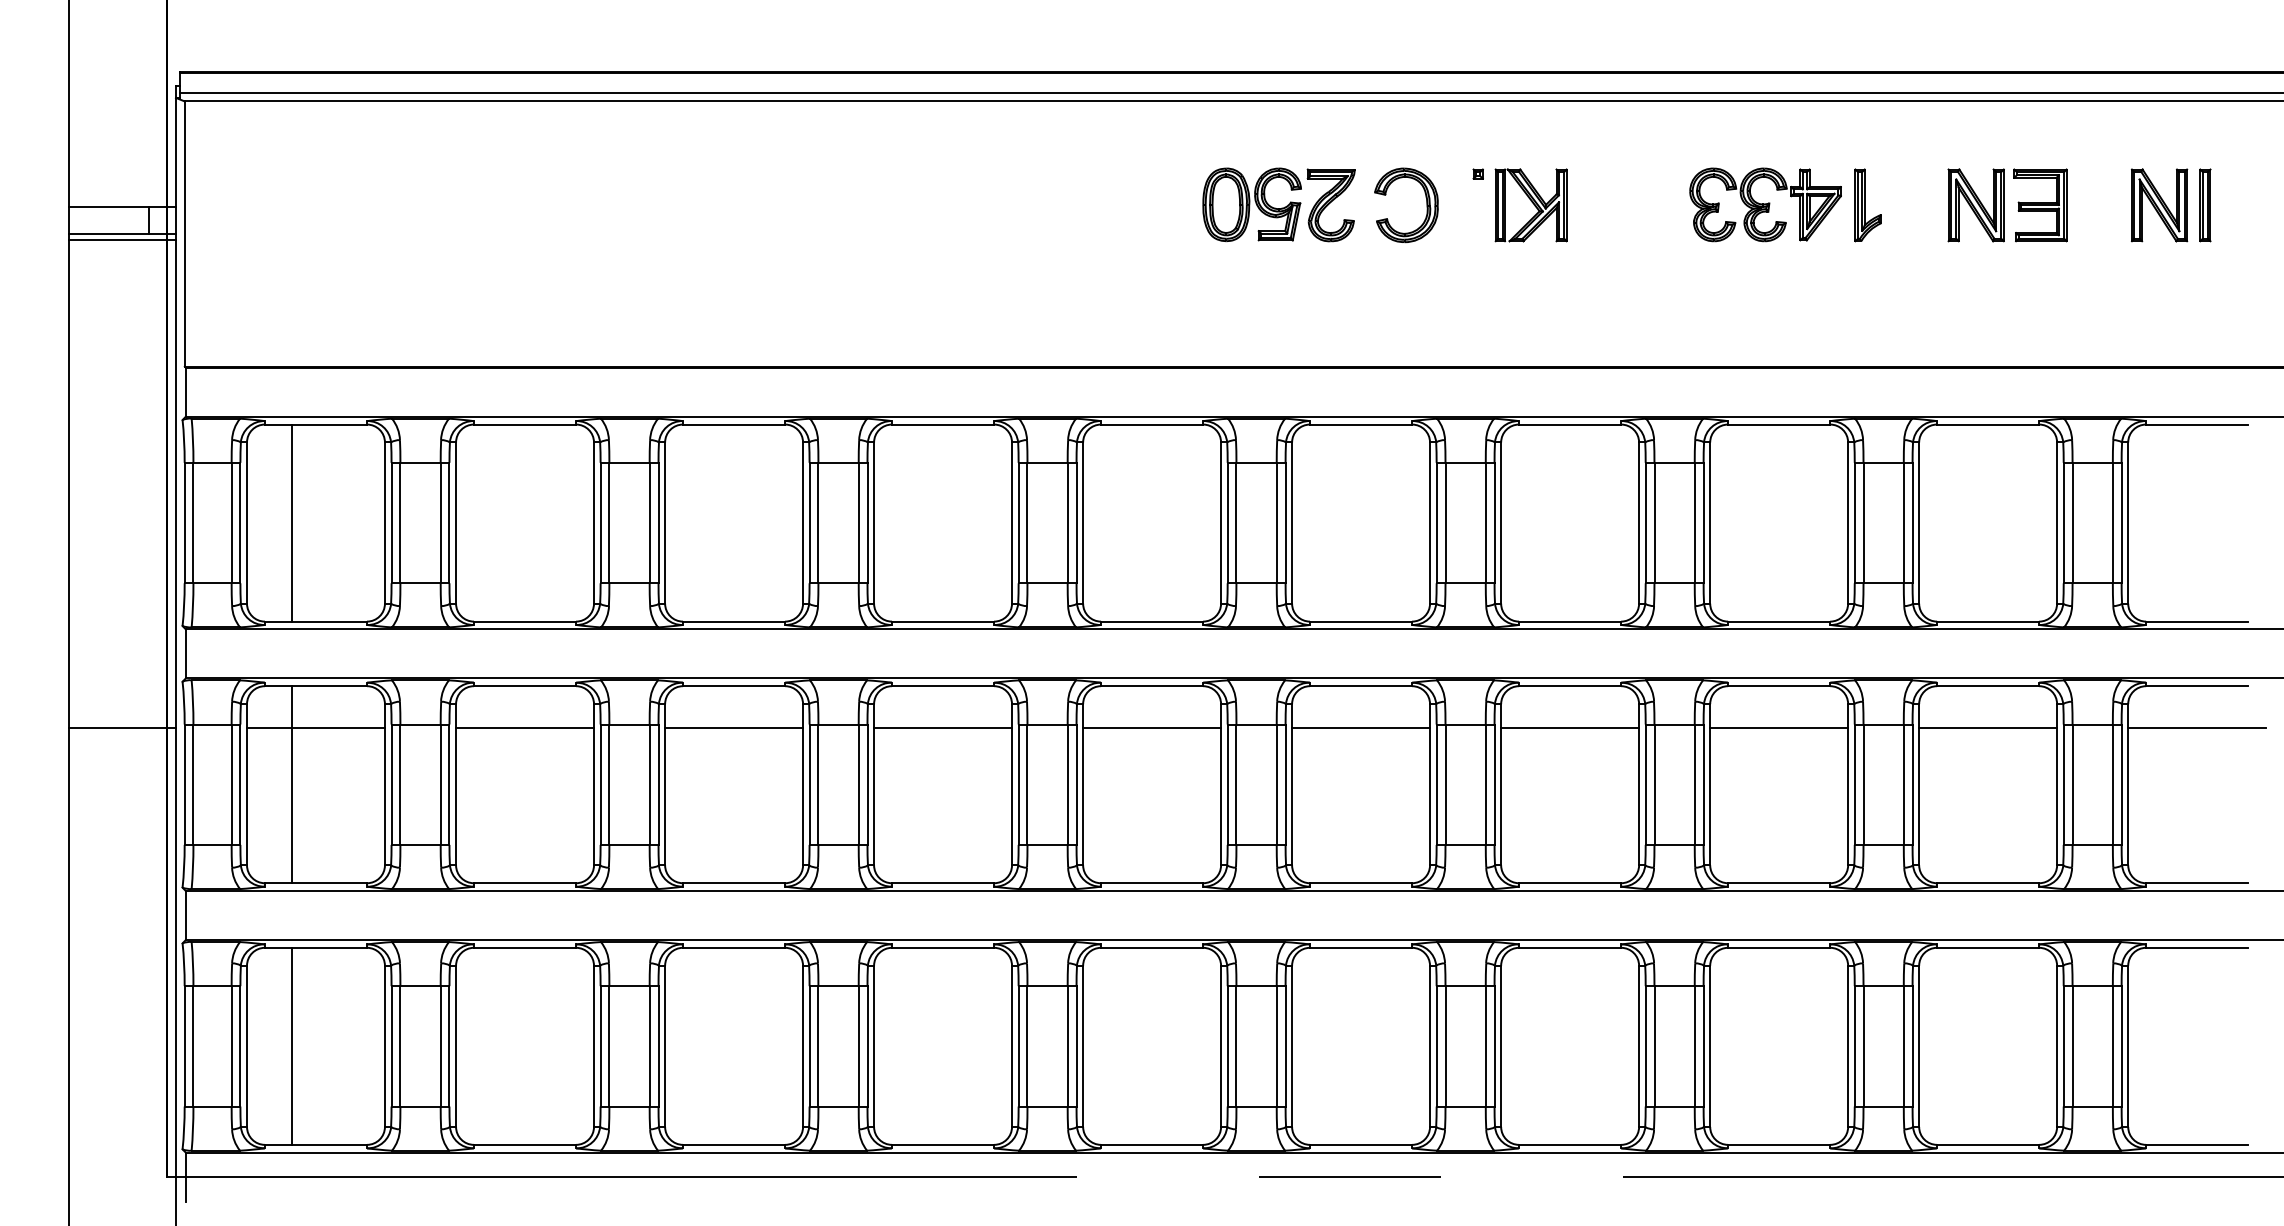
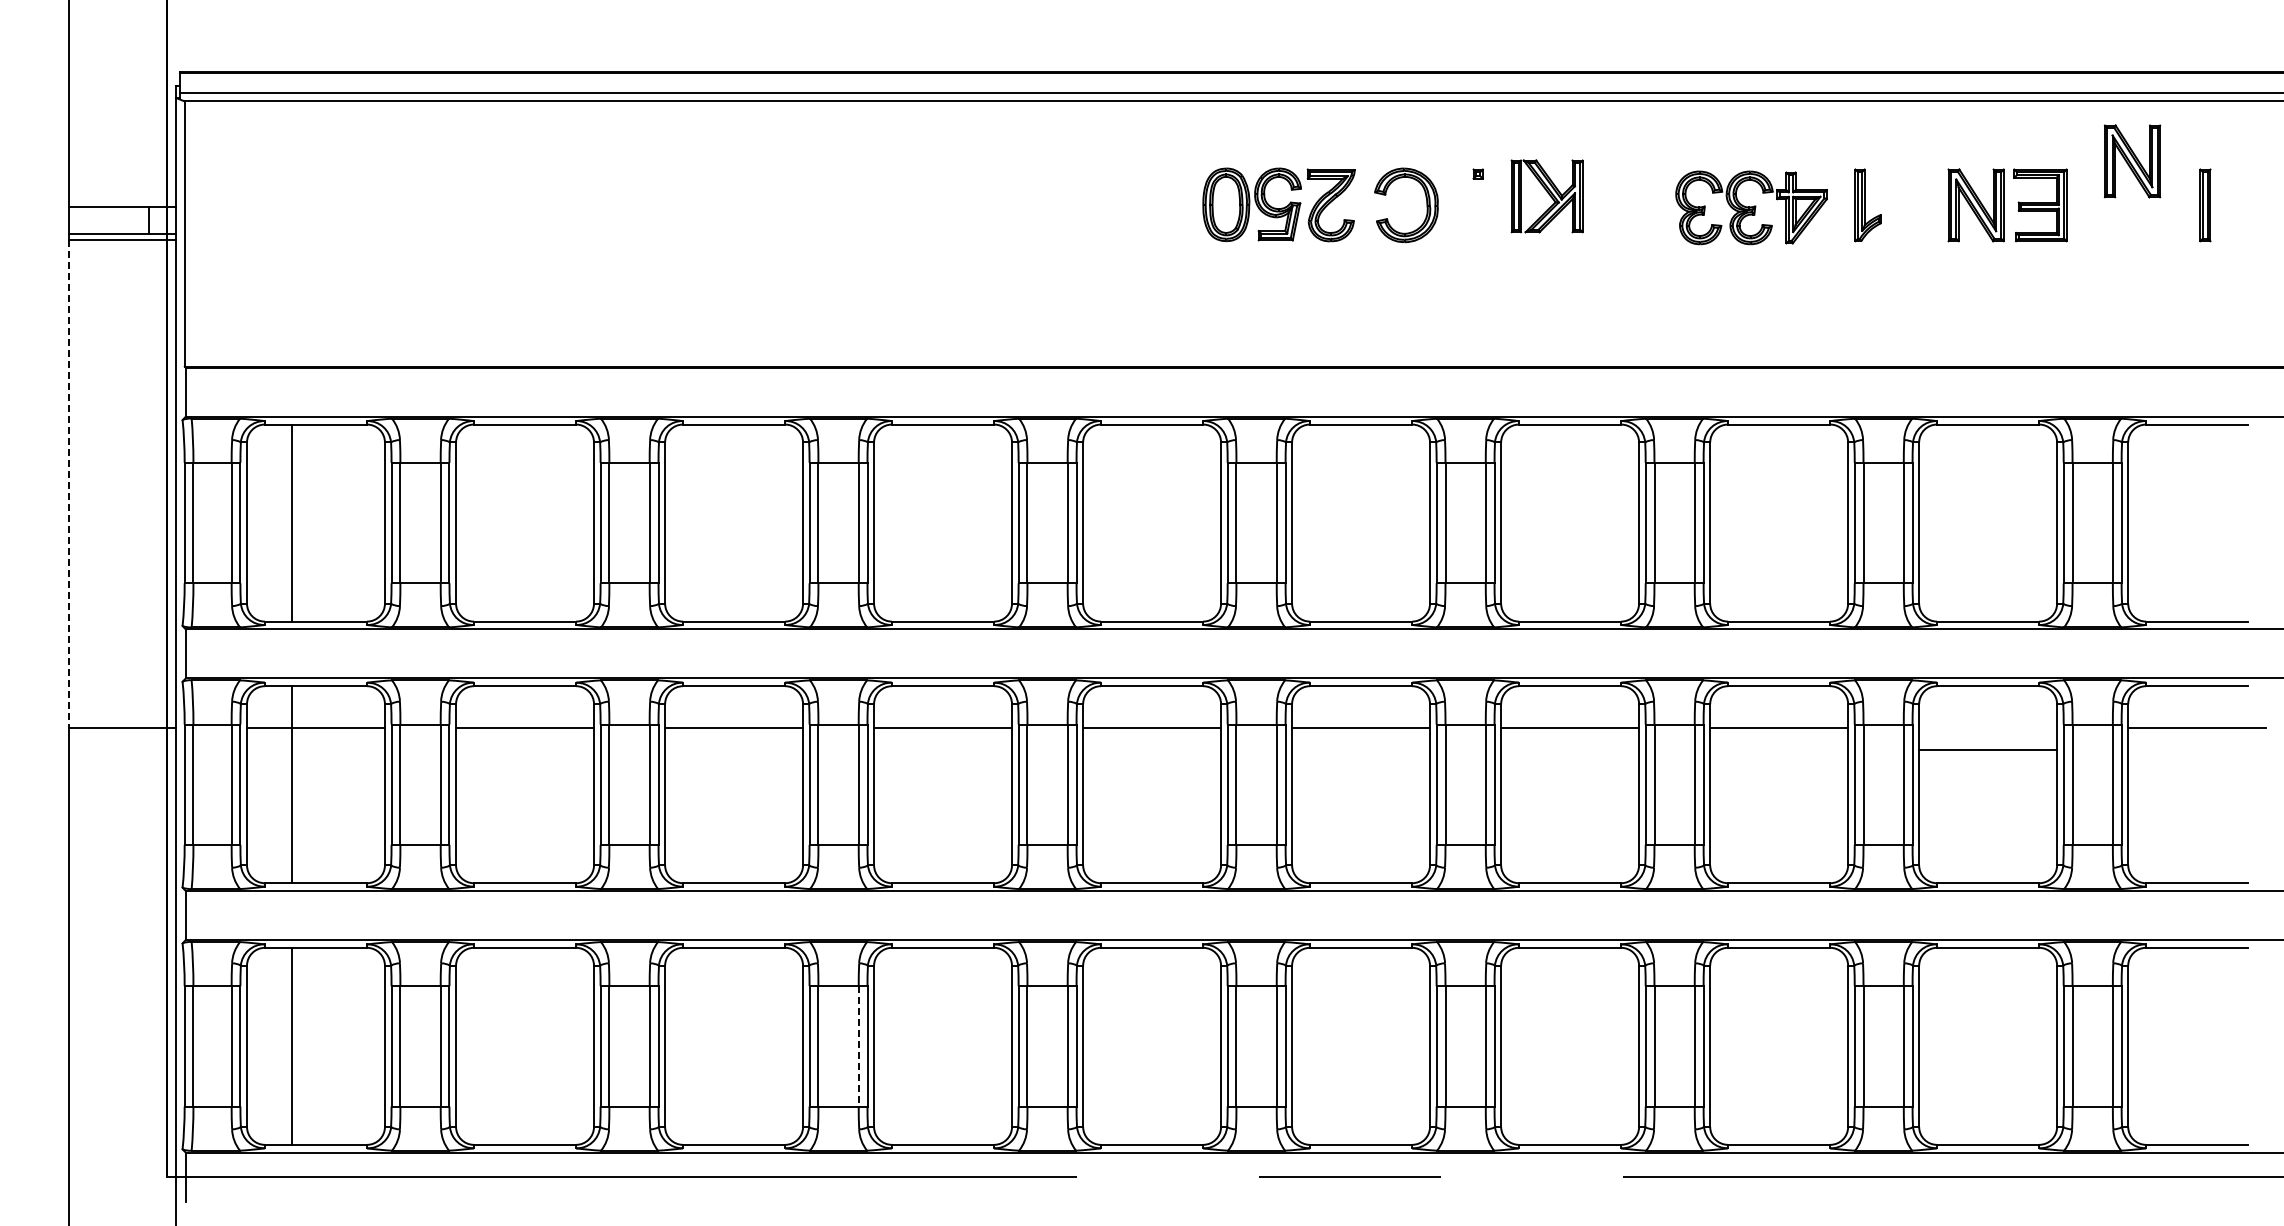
part at (1765, 204) position: (1765, 204) -> (1751, 207)
part at (1530, 205) position: (1530, 205) -> (1546, 196)
part at (2159, 205) position: (2159, 205) -> (2132, 161)
line at (68, 484): solid -> dashed
line at (1988, 728) position: (1988, 728) -> (1988, 750)
line at (858, 1046): solid -> dashed
